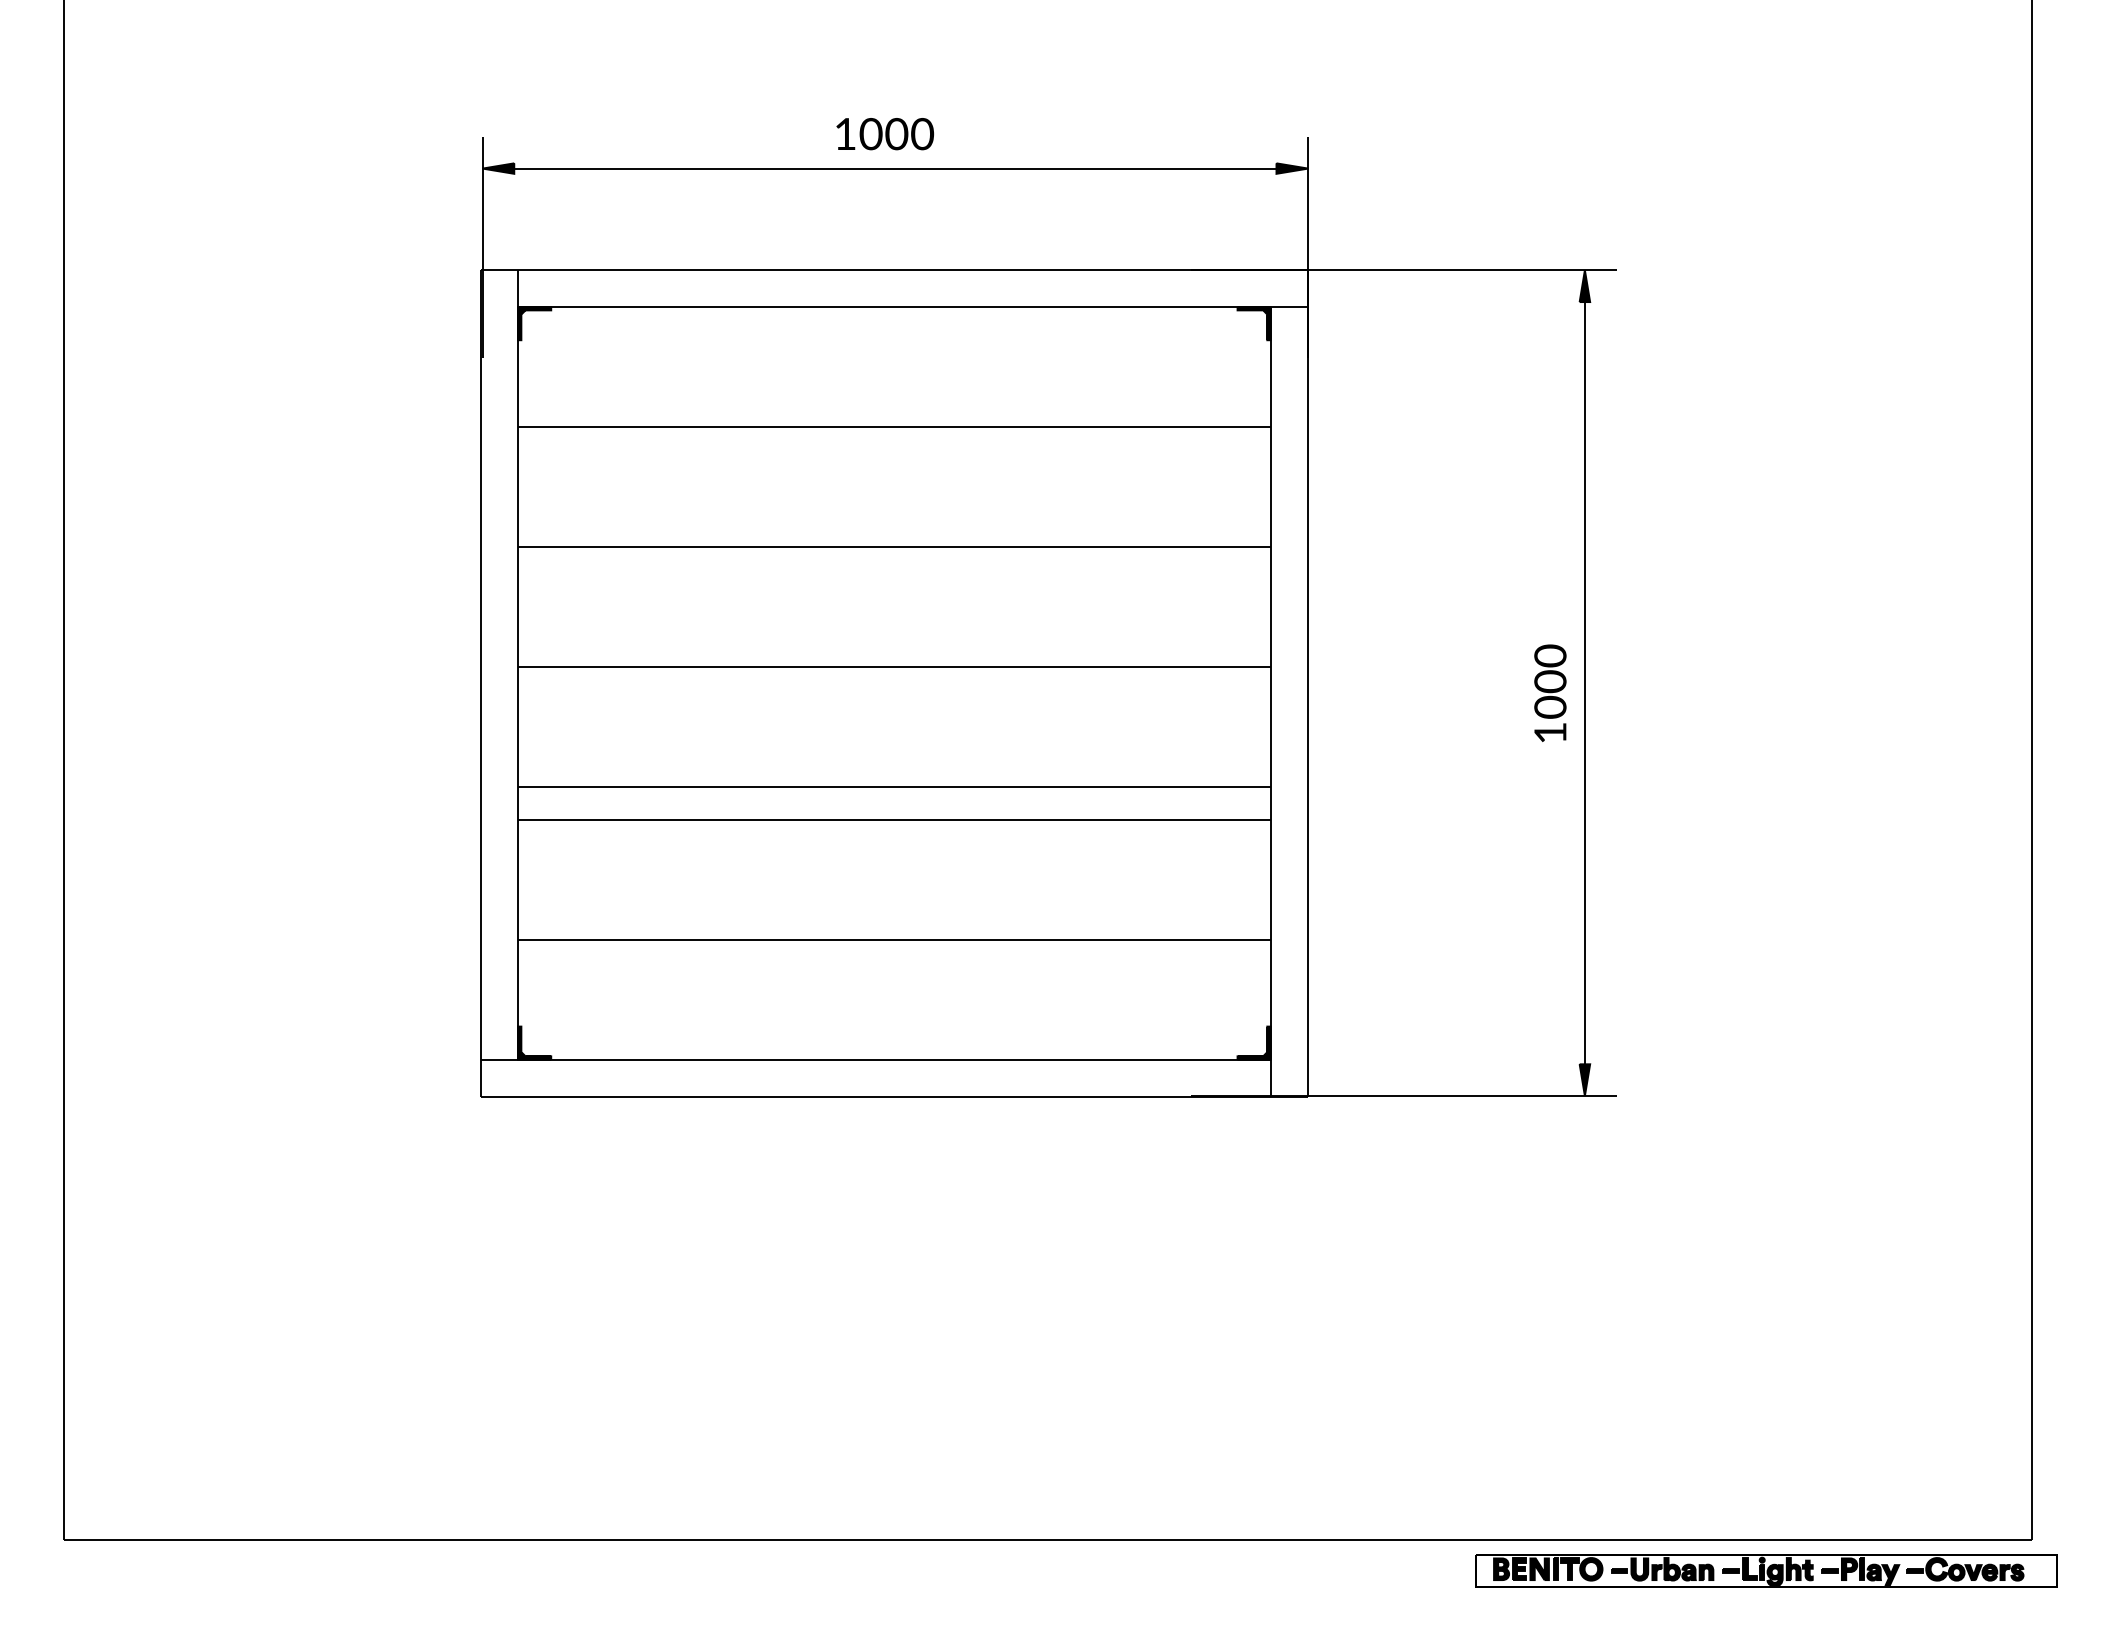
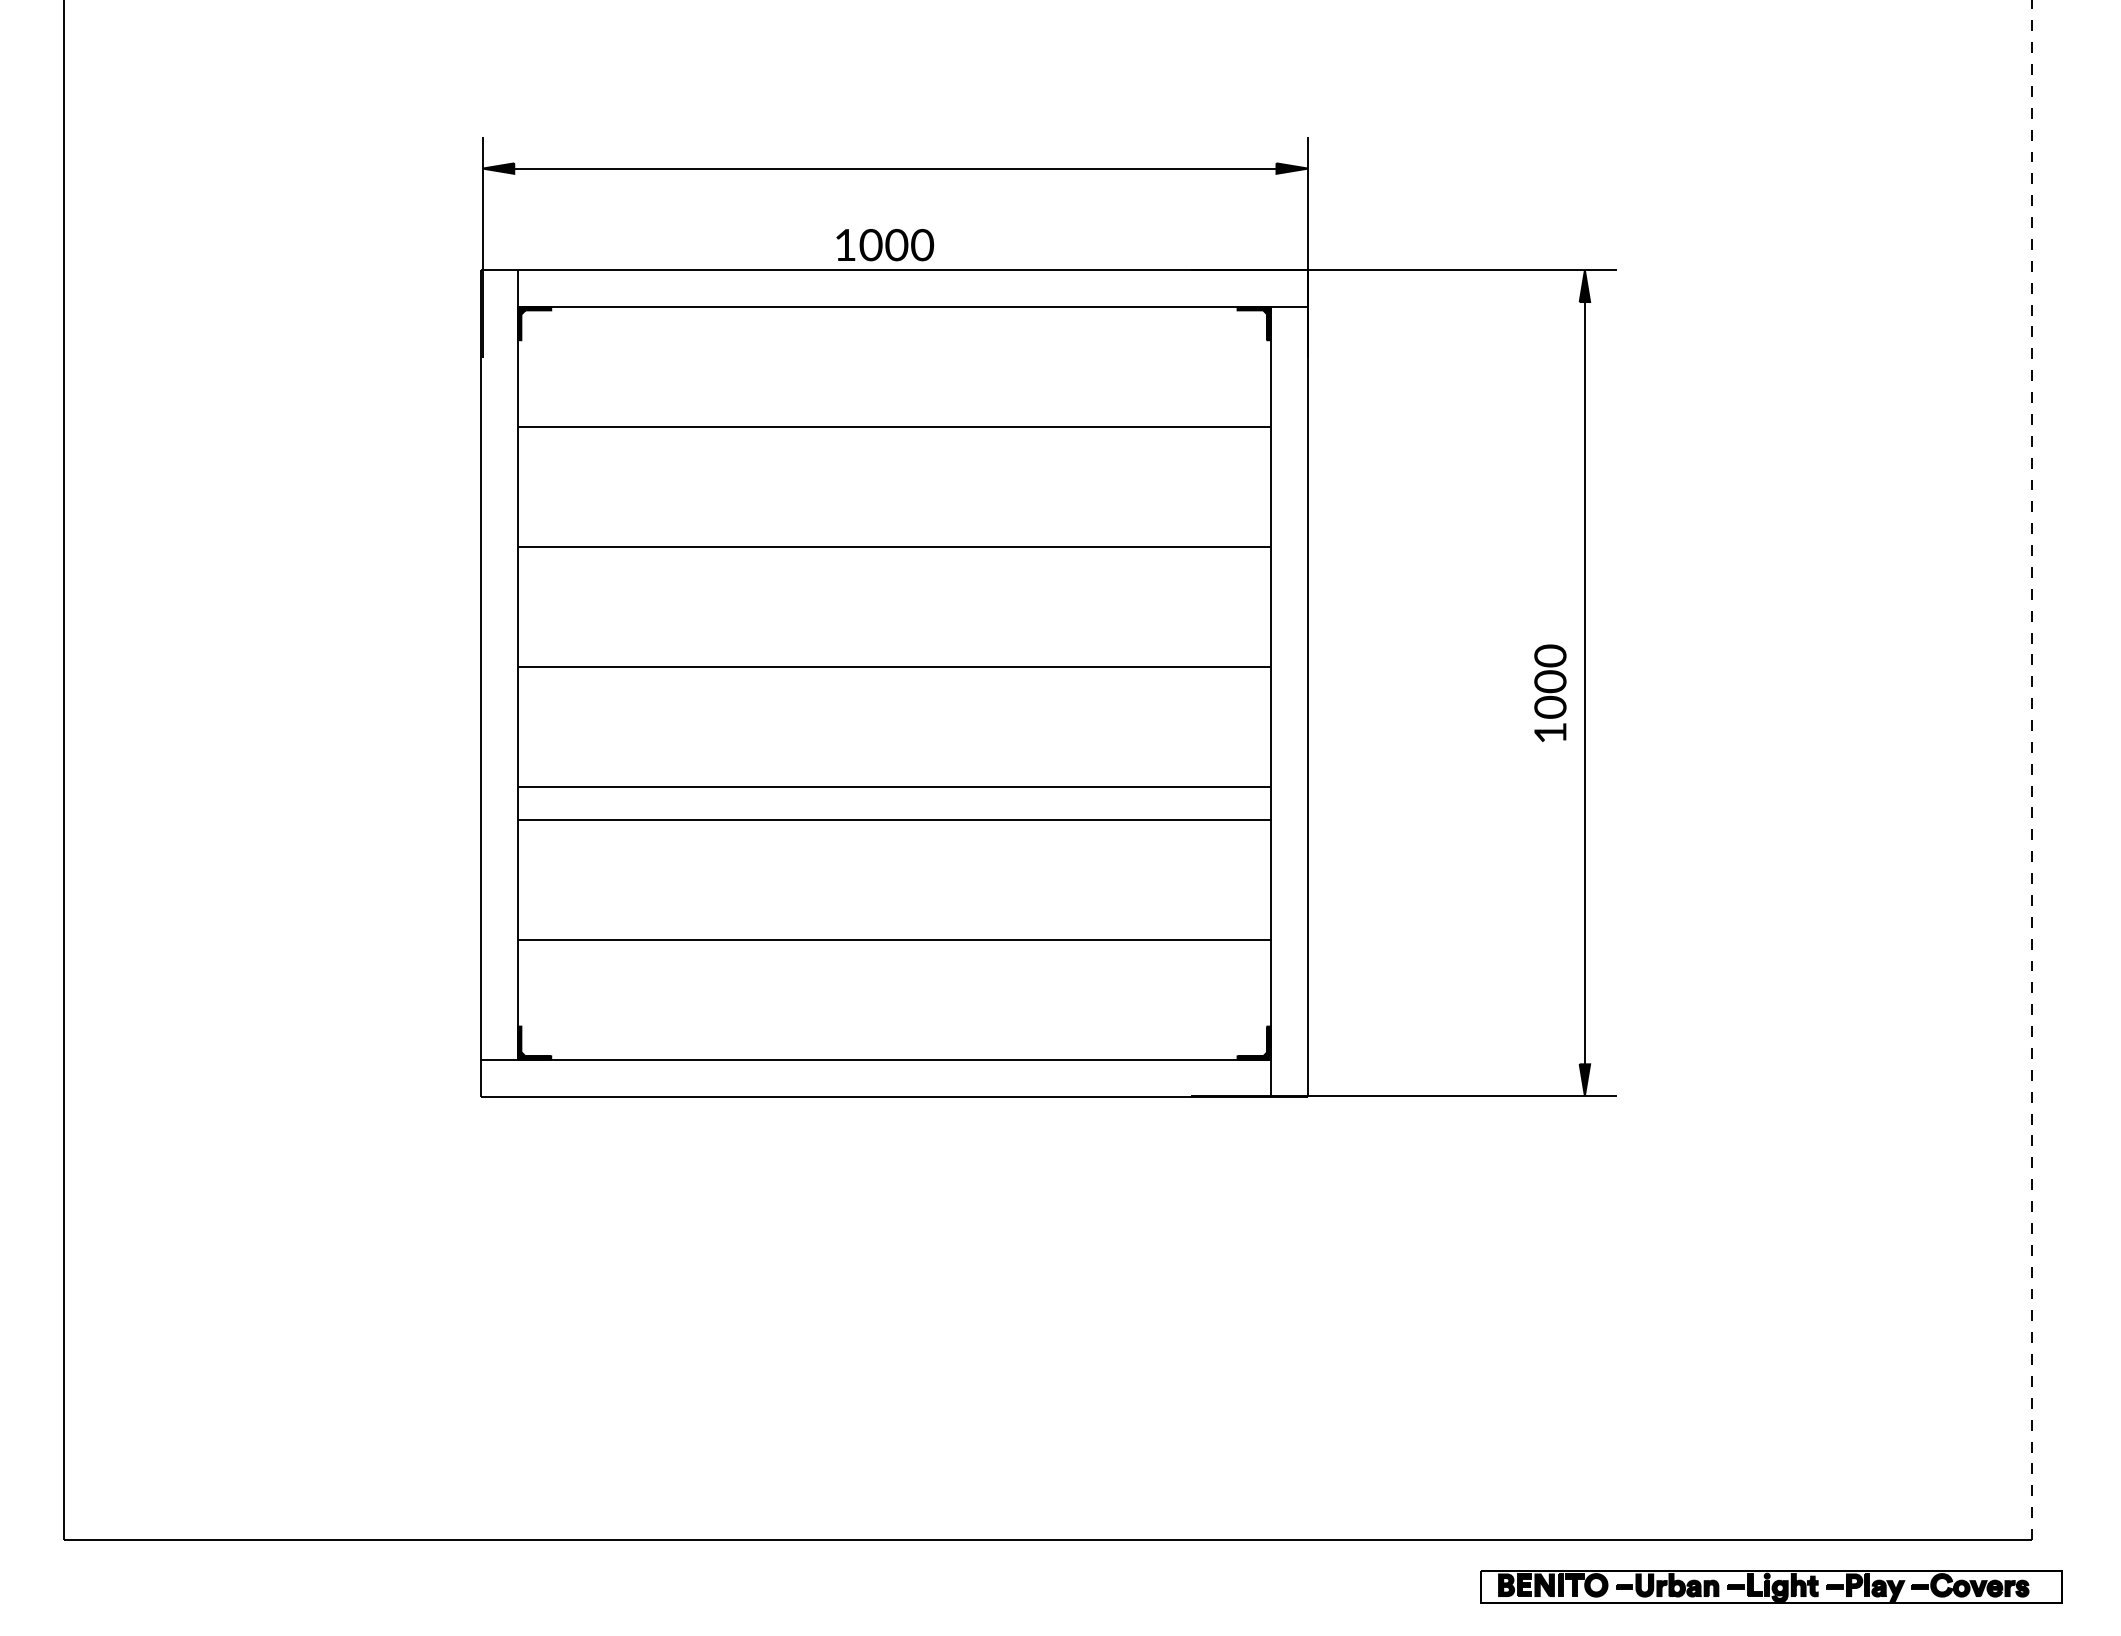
text at (884, 134) position: (884, 134) -> (884, 245)
line at (2031, 770): solid -> dashed
part at (1766, 1570) position: (1766, 1570) -> (1771, 1586)
